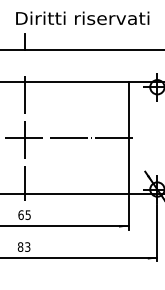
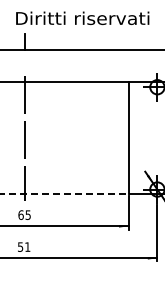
line at (68, 138): present -> none
line at (64, 194): solid -> dashed
text at (23, 246): 83 -> 51
